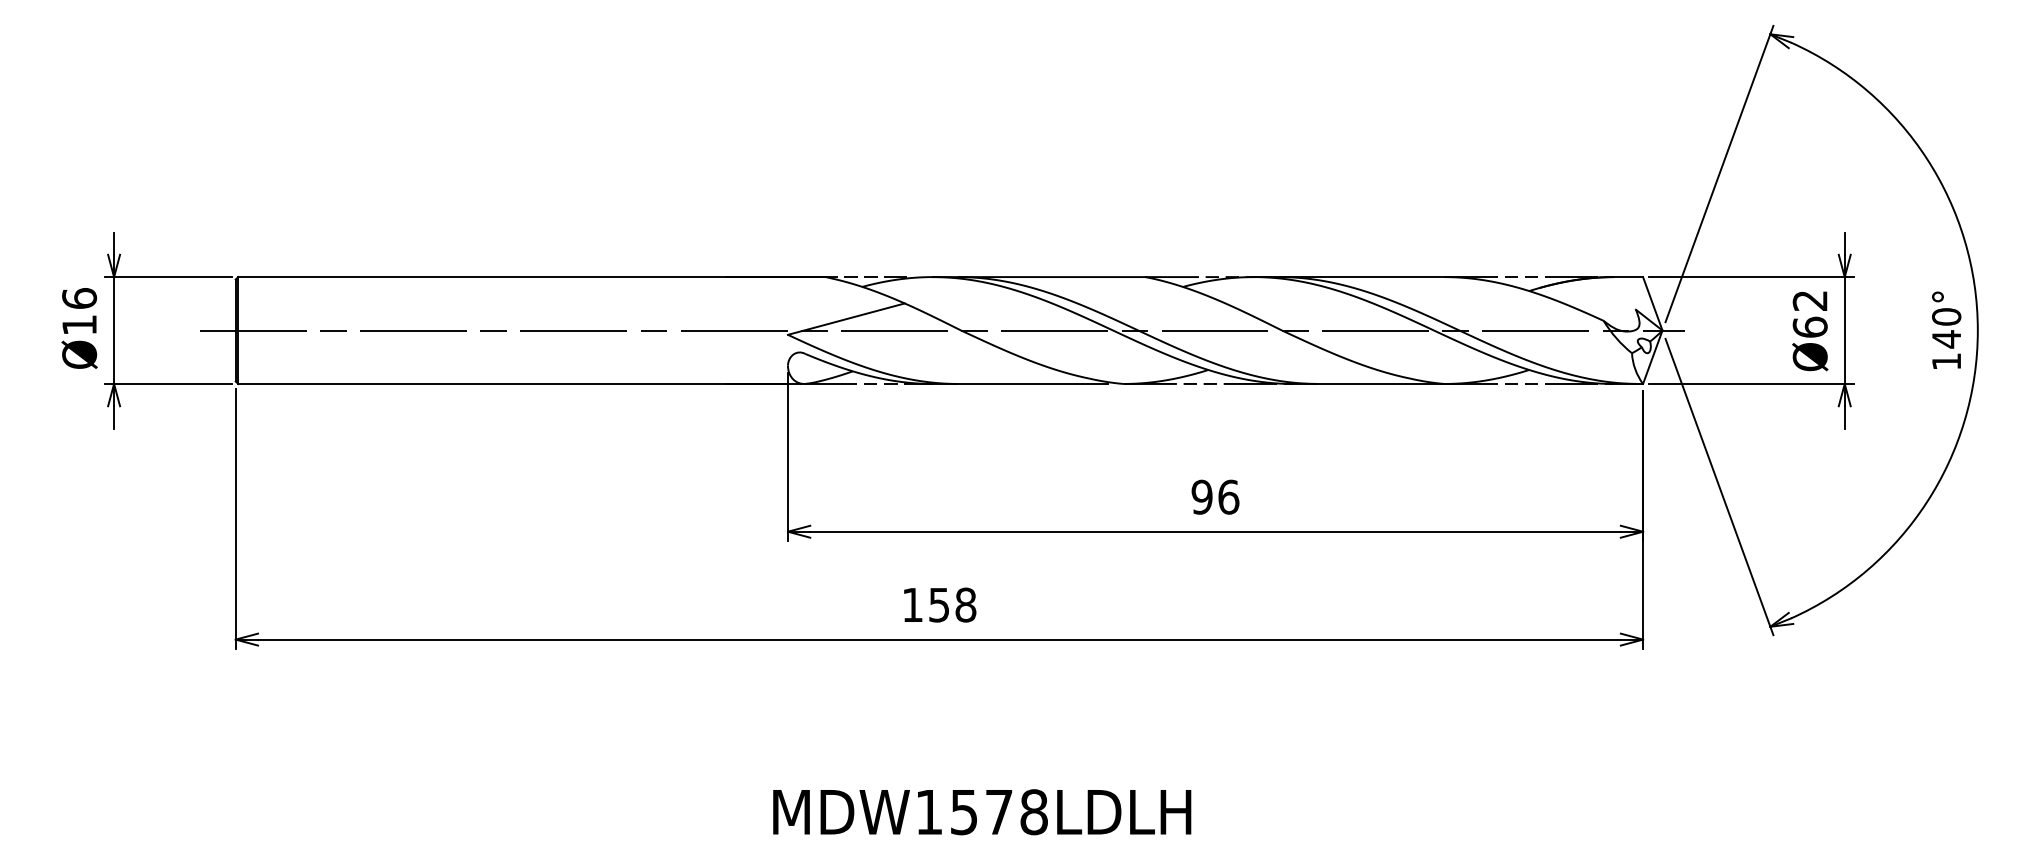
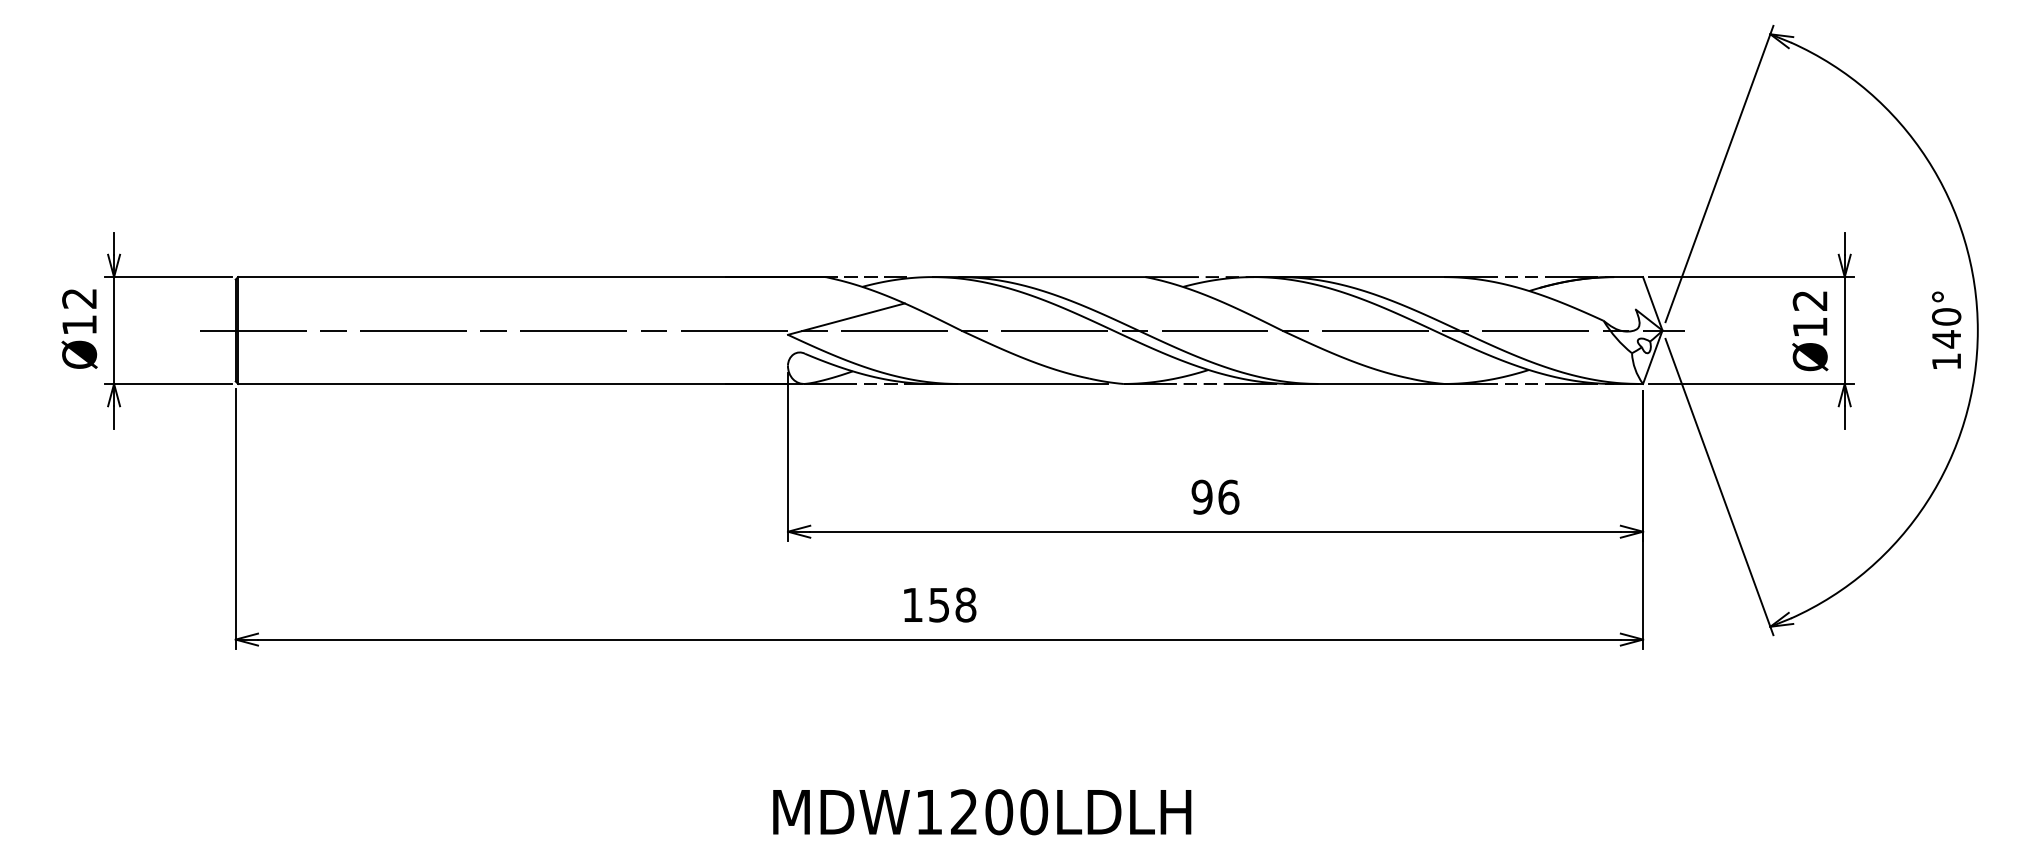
text at (79, 298): Ø16 -> Ø12
text at (1809, 326): Ø62 -> Ø12
text at (999, 812): MDW1578LDLH -> MDW1200LDLH
